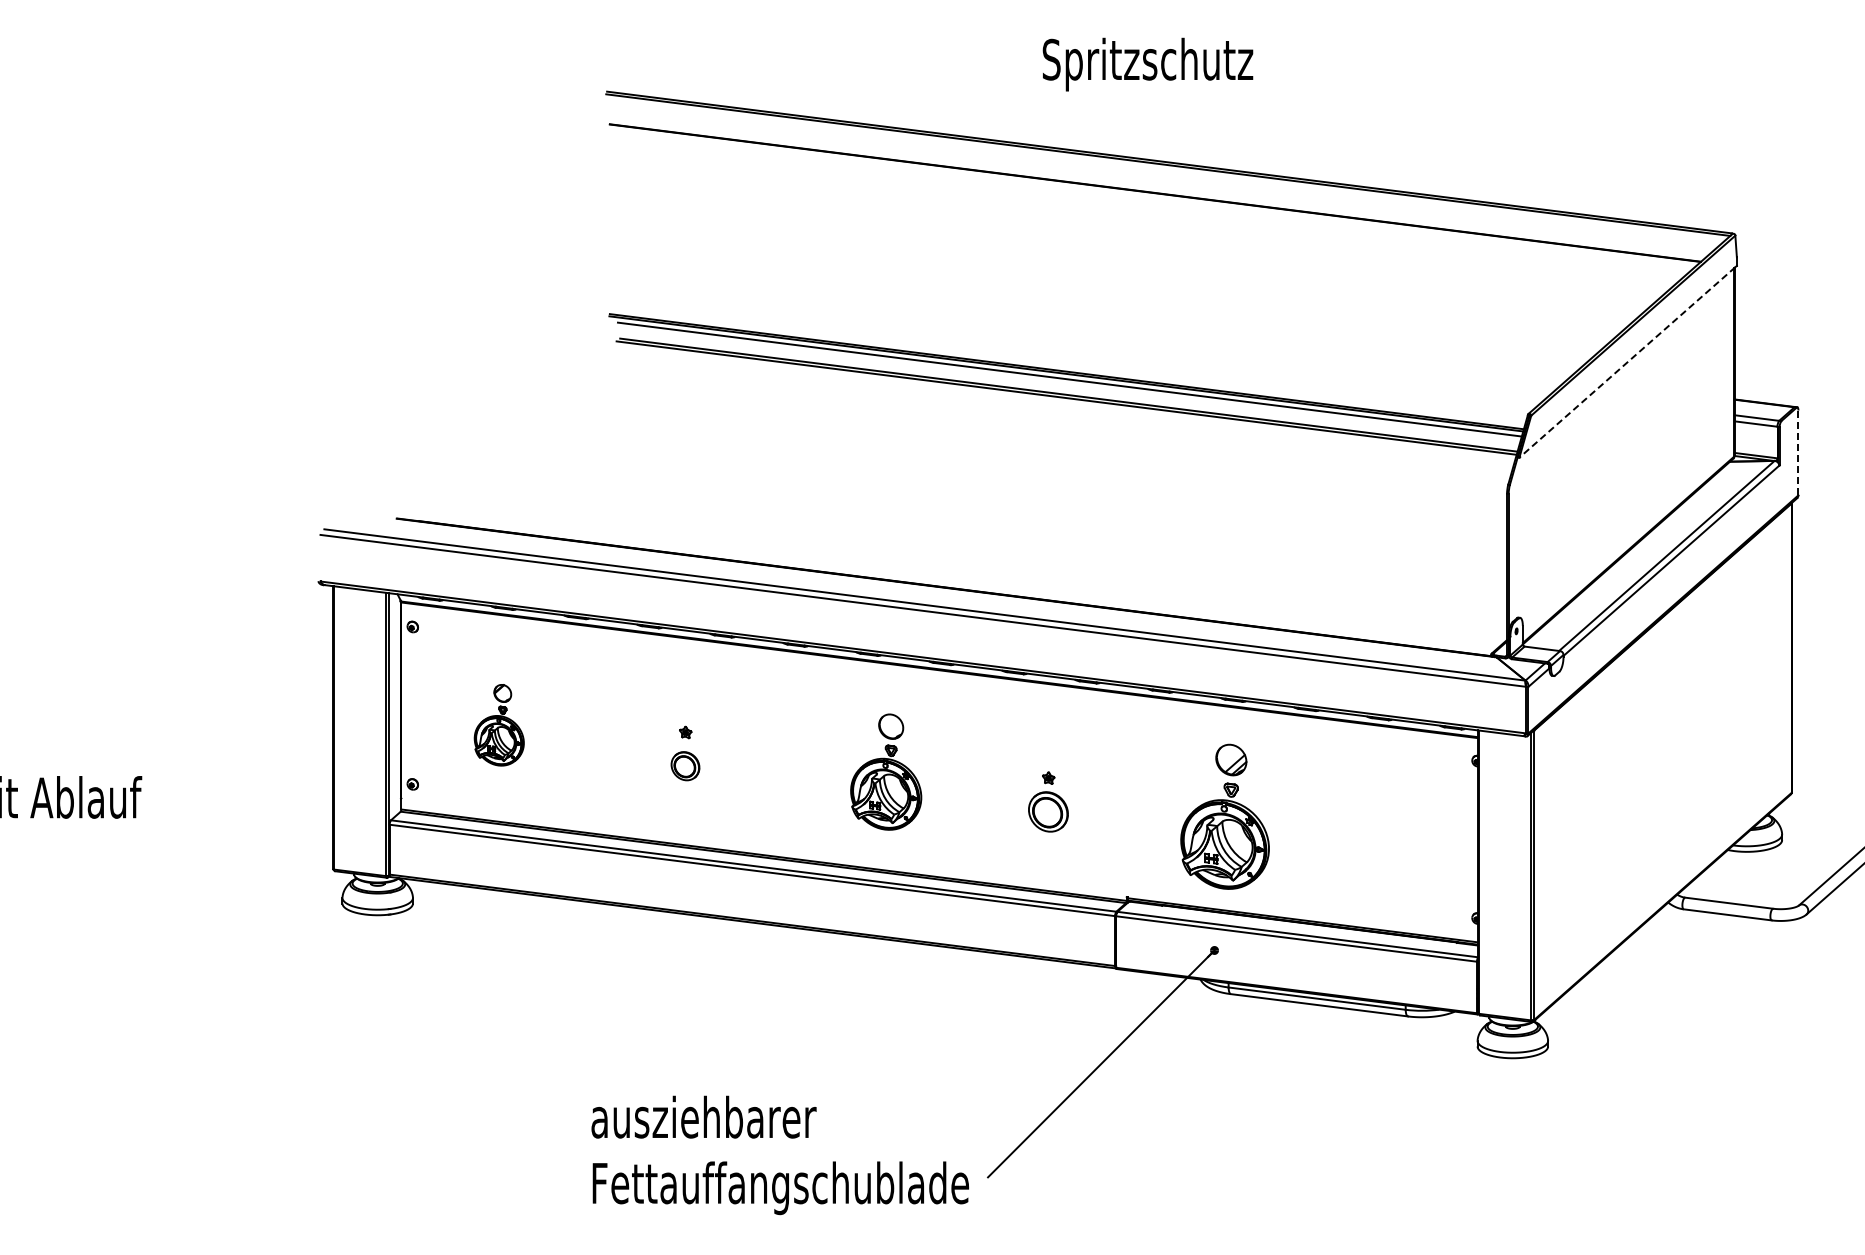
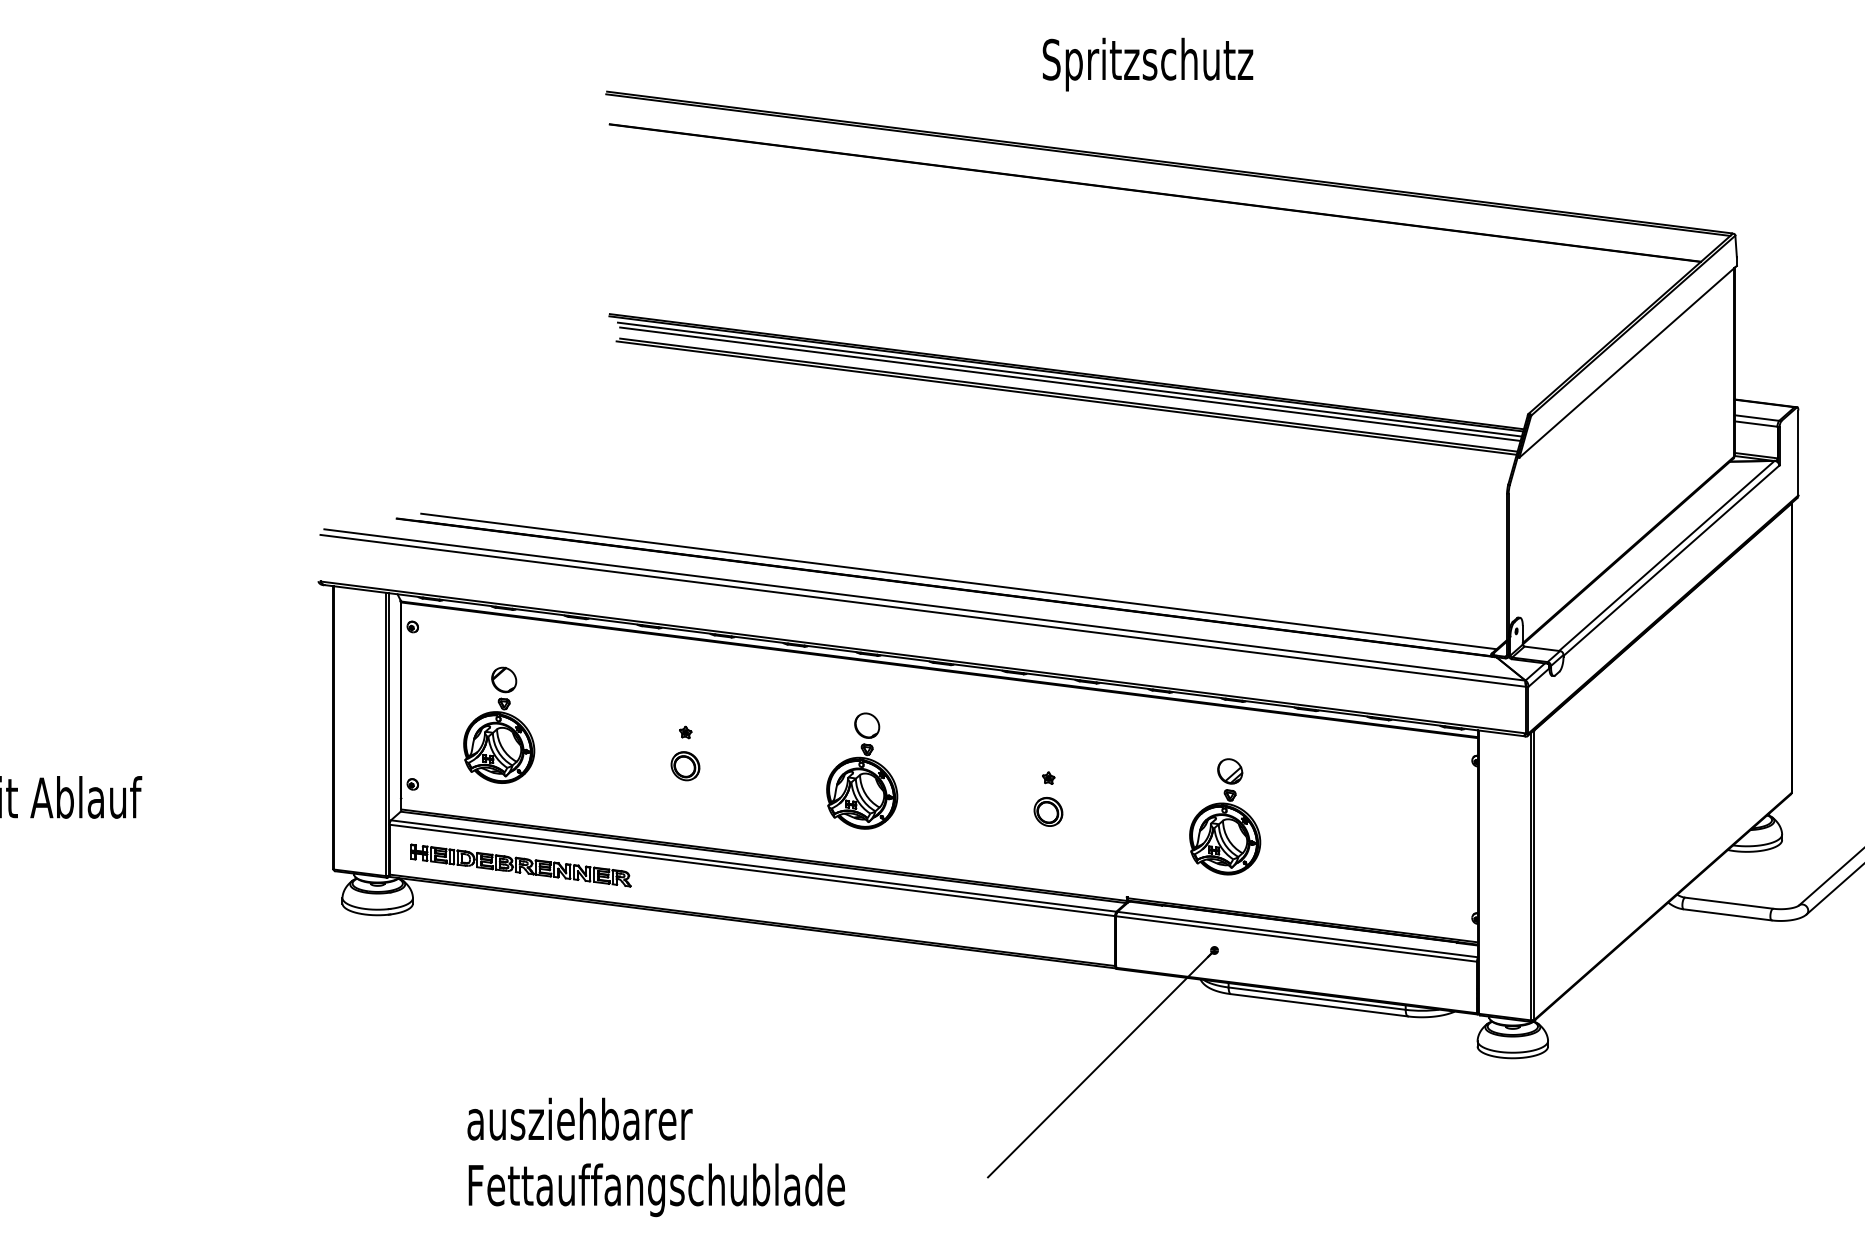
line at (1627, 362): dashed -> solid
line at (1070, 383): none -> present
line at (1798, 453): dashed -> solid
line at (958, 581): none -> present
part at (498, 725) size: 52x83 px -> 73x118 px
part at (886, 771) position: (886, 771) -> (862, 770)
part at (1048, 811) size: 41x42 px -> 31x30 px
part at (1224, 816) size: 90x147 px -> 73x118 px
part at (520, 865): none -> present
text at (779, 1155) position: (779, 1155) -> (655, 1157)
